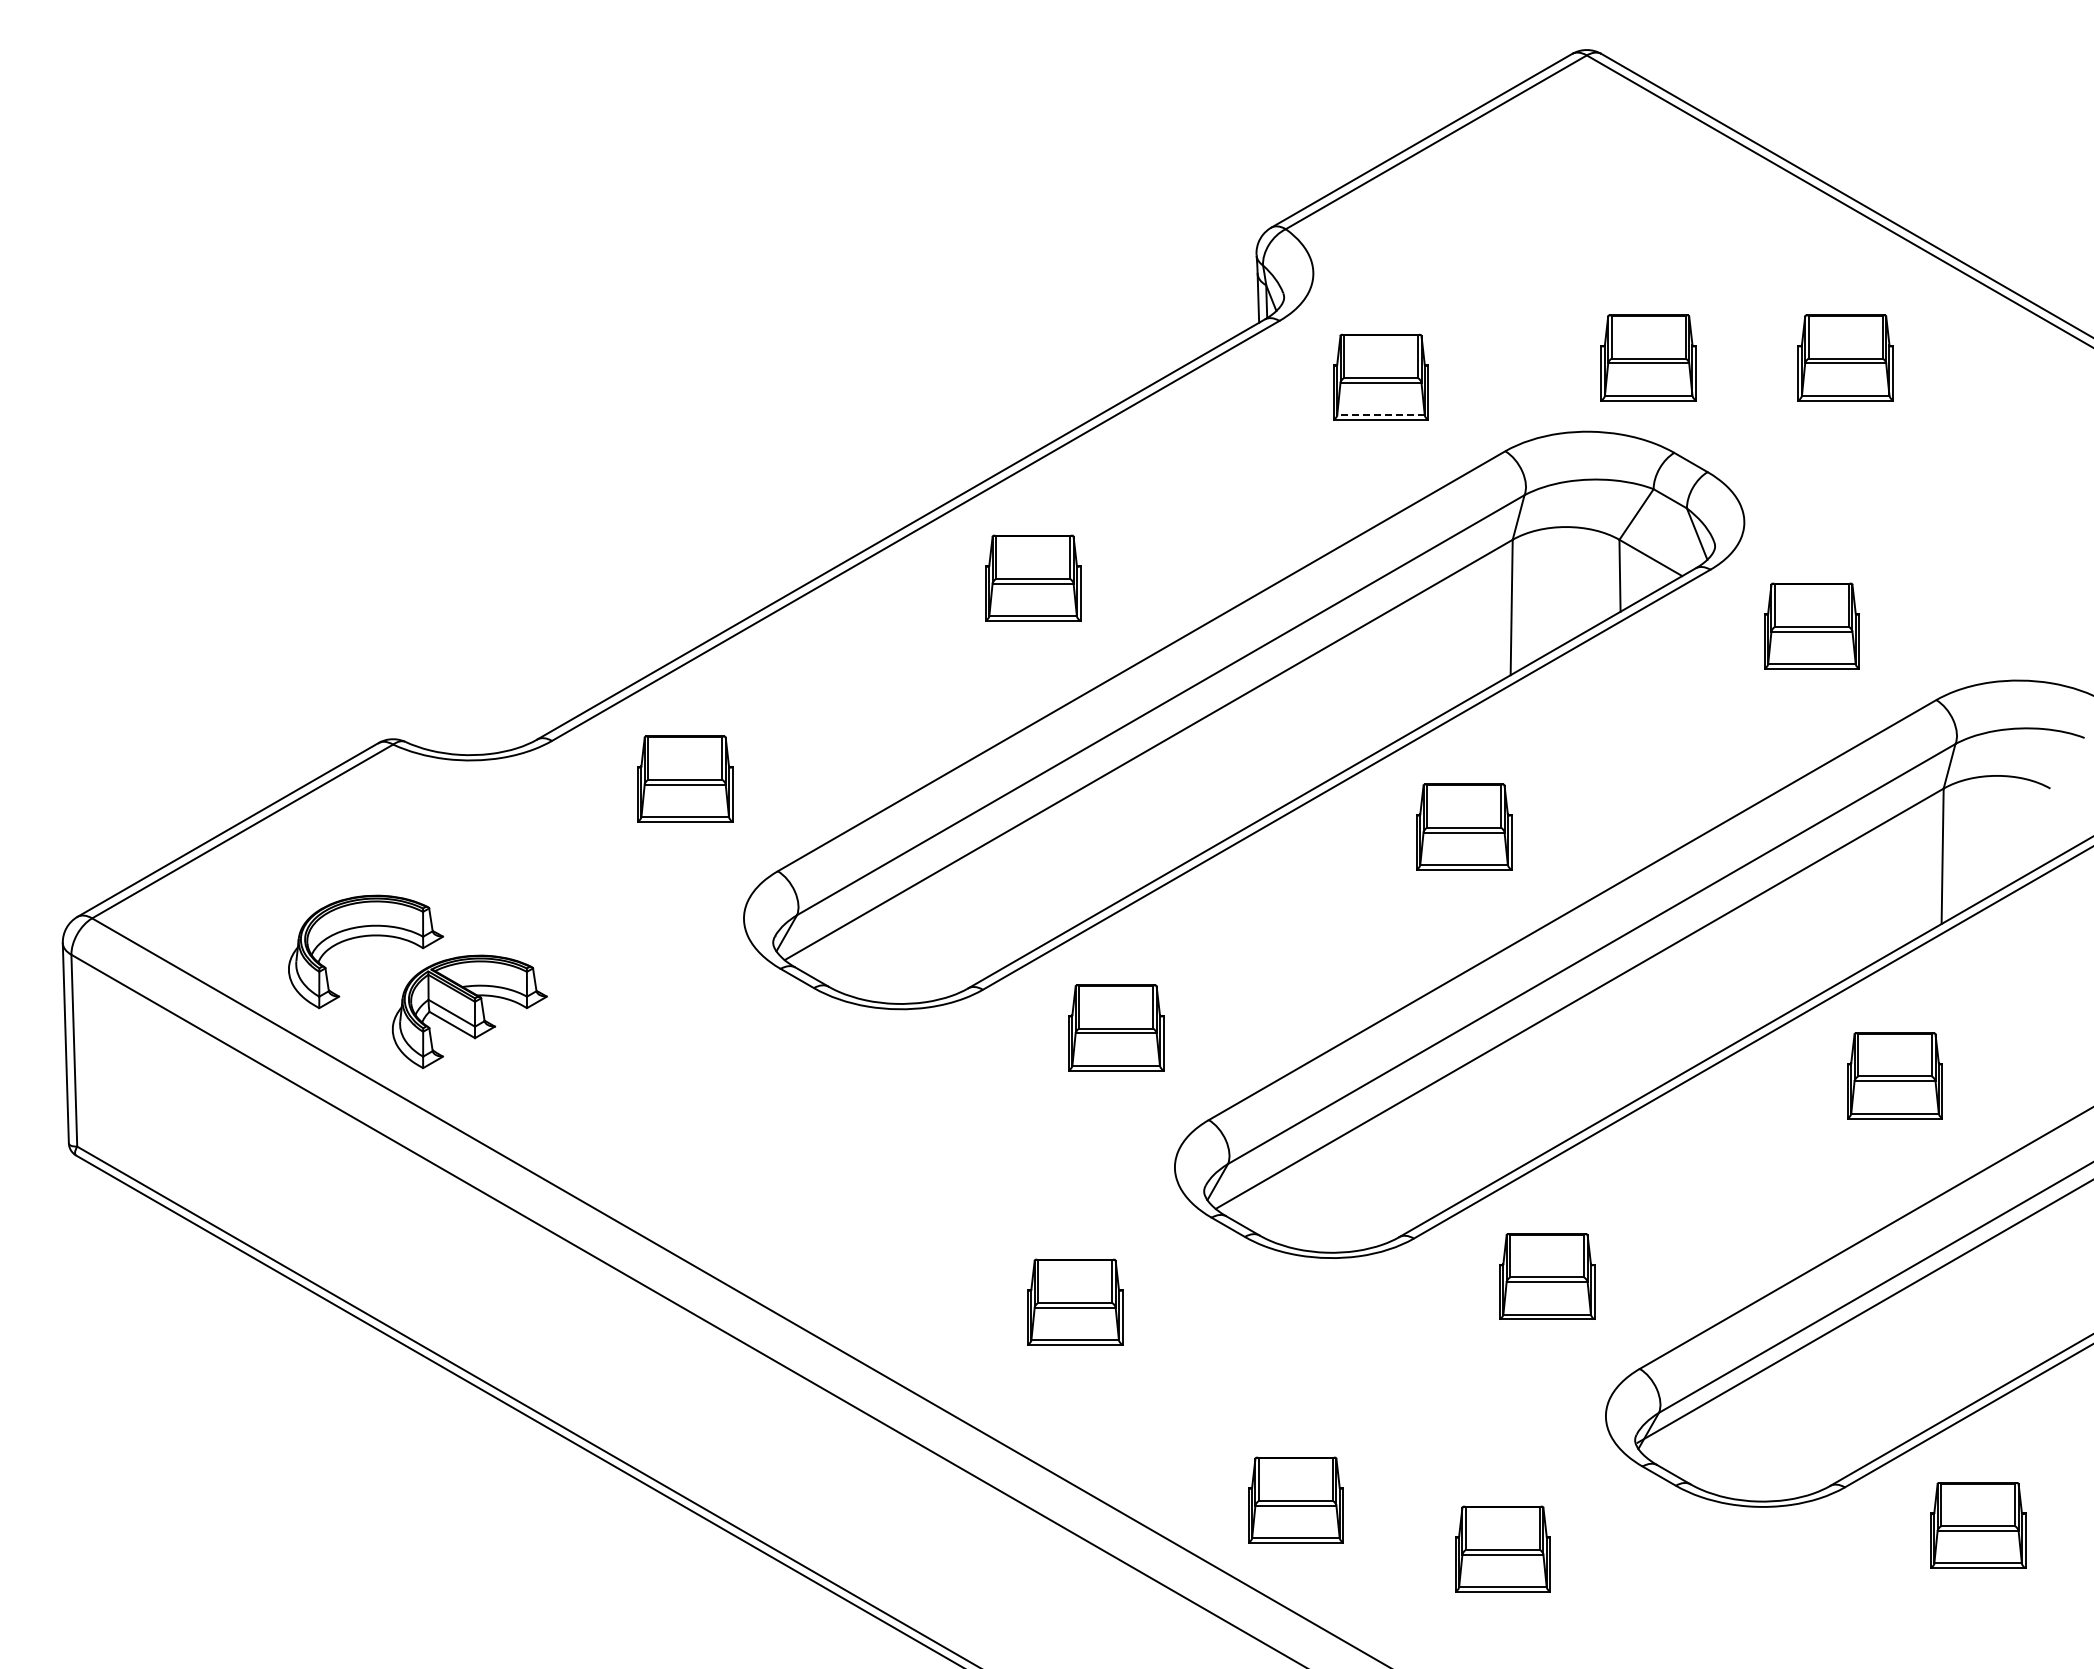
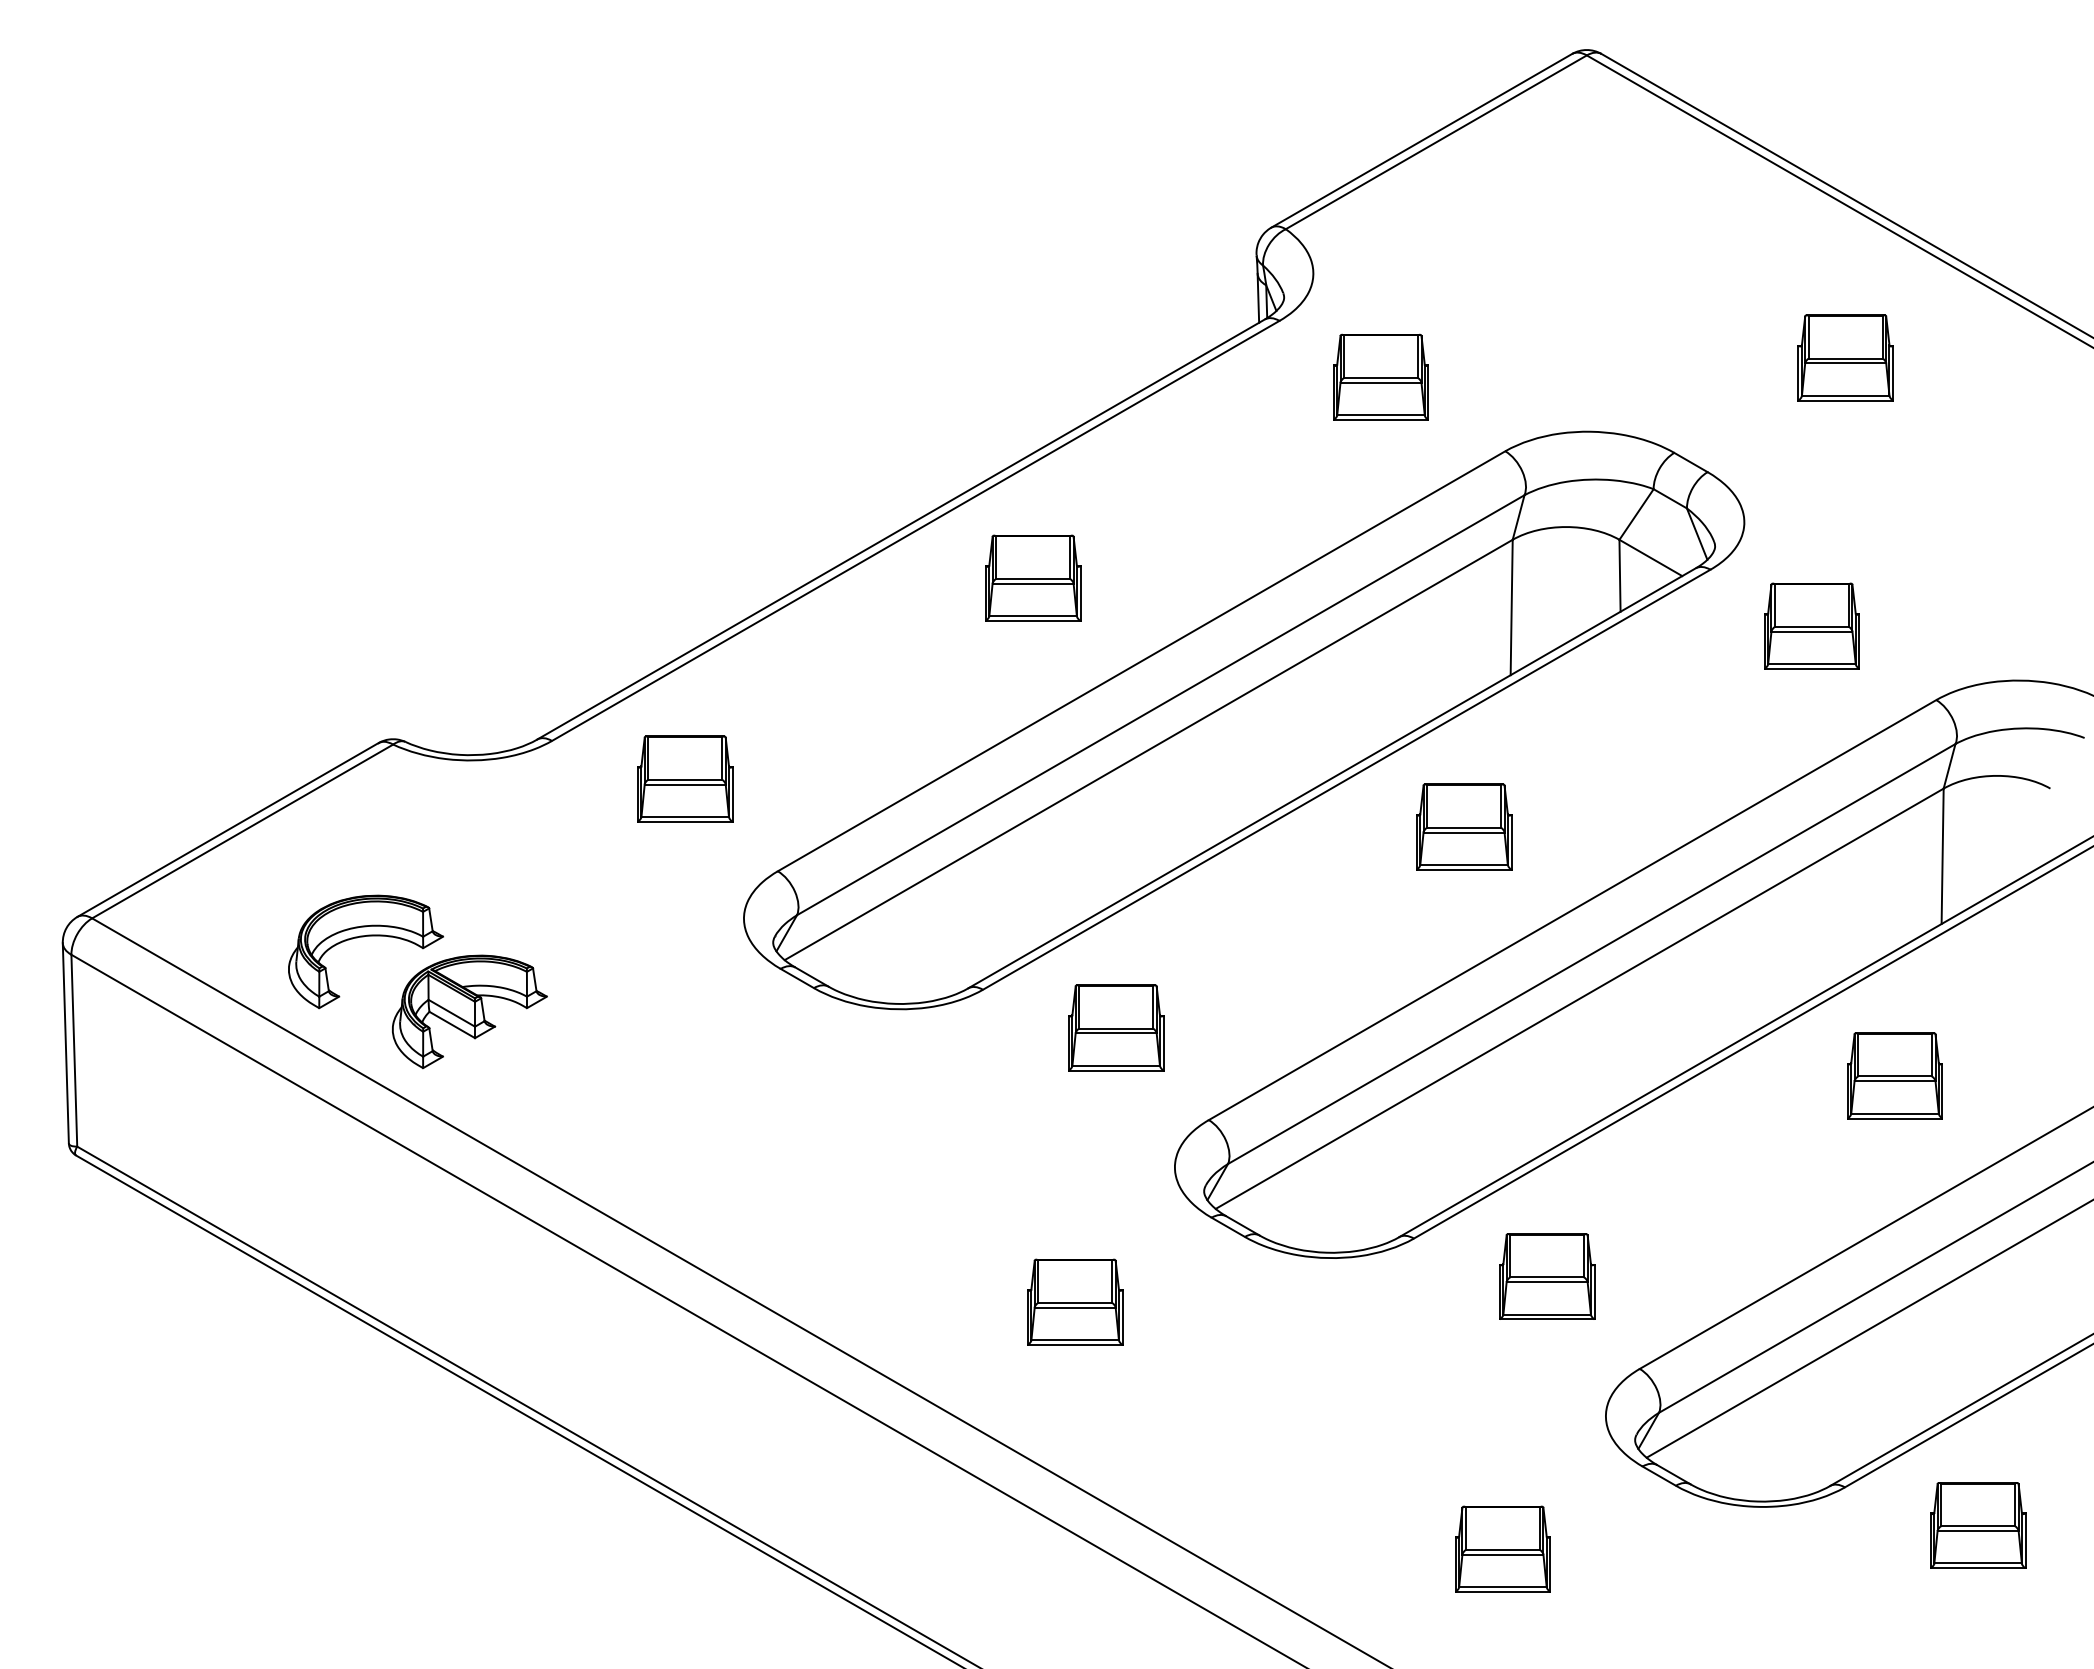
part at (1648, 357): present -> none
line at (1381, 415): dashed -> solid
line at (1863, 1311) position: (1863, 1311) -> (1868, 1329)
part at (1295, 1499): present -> none
